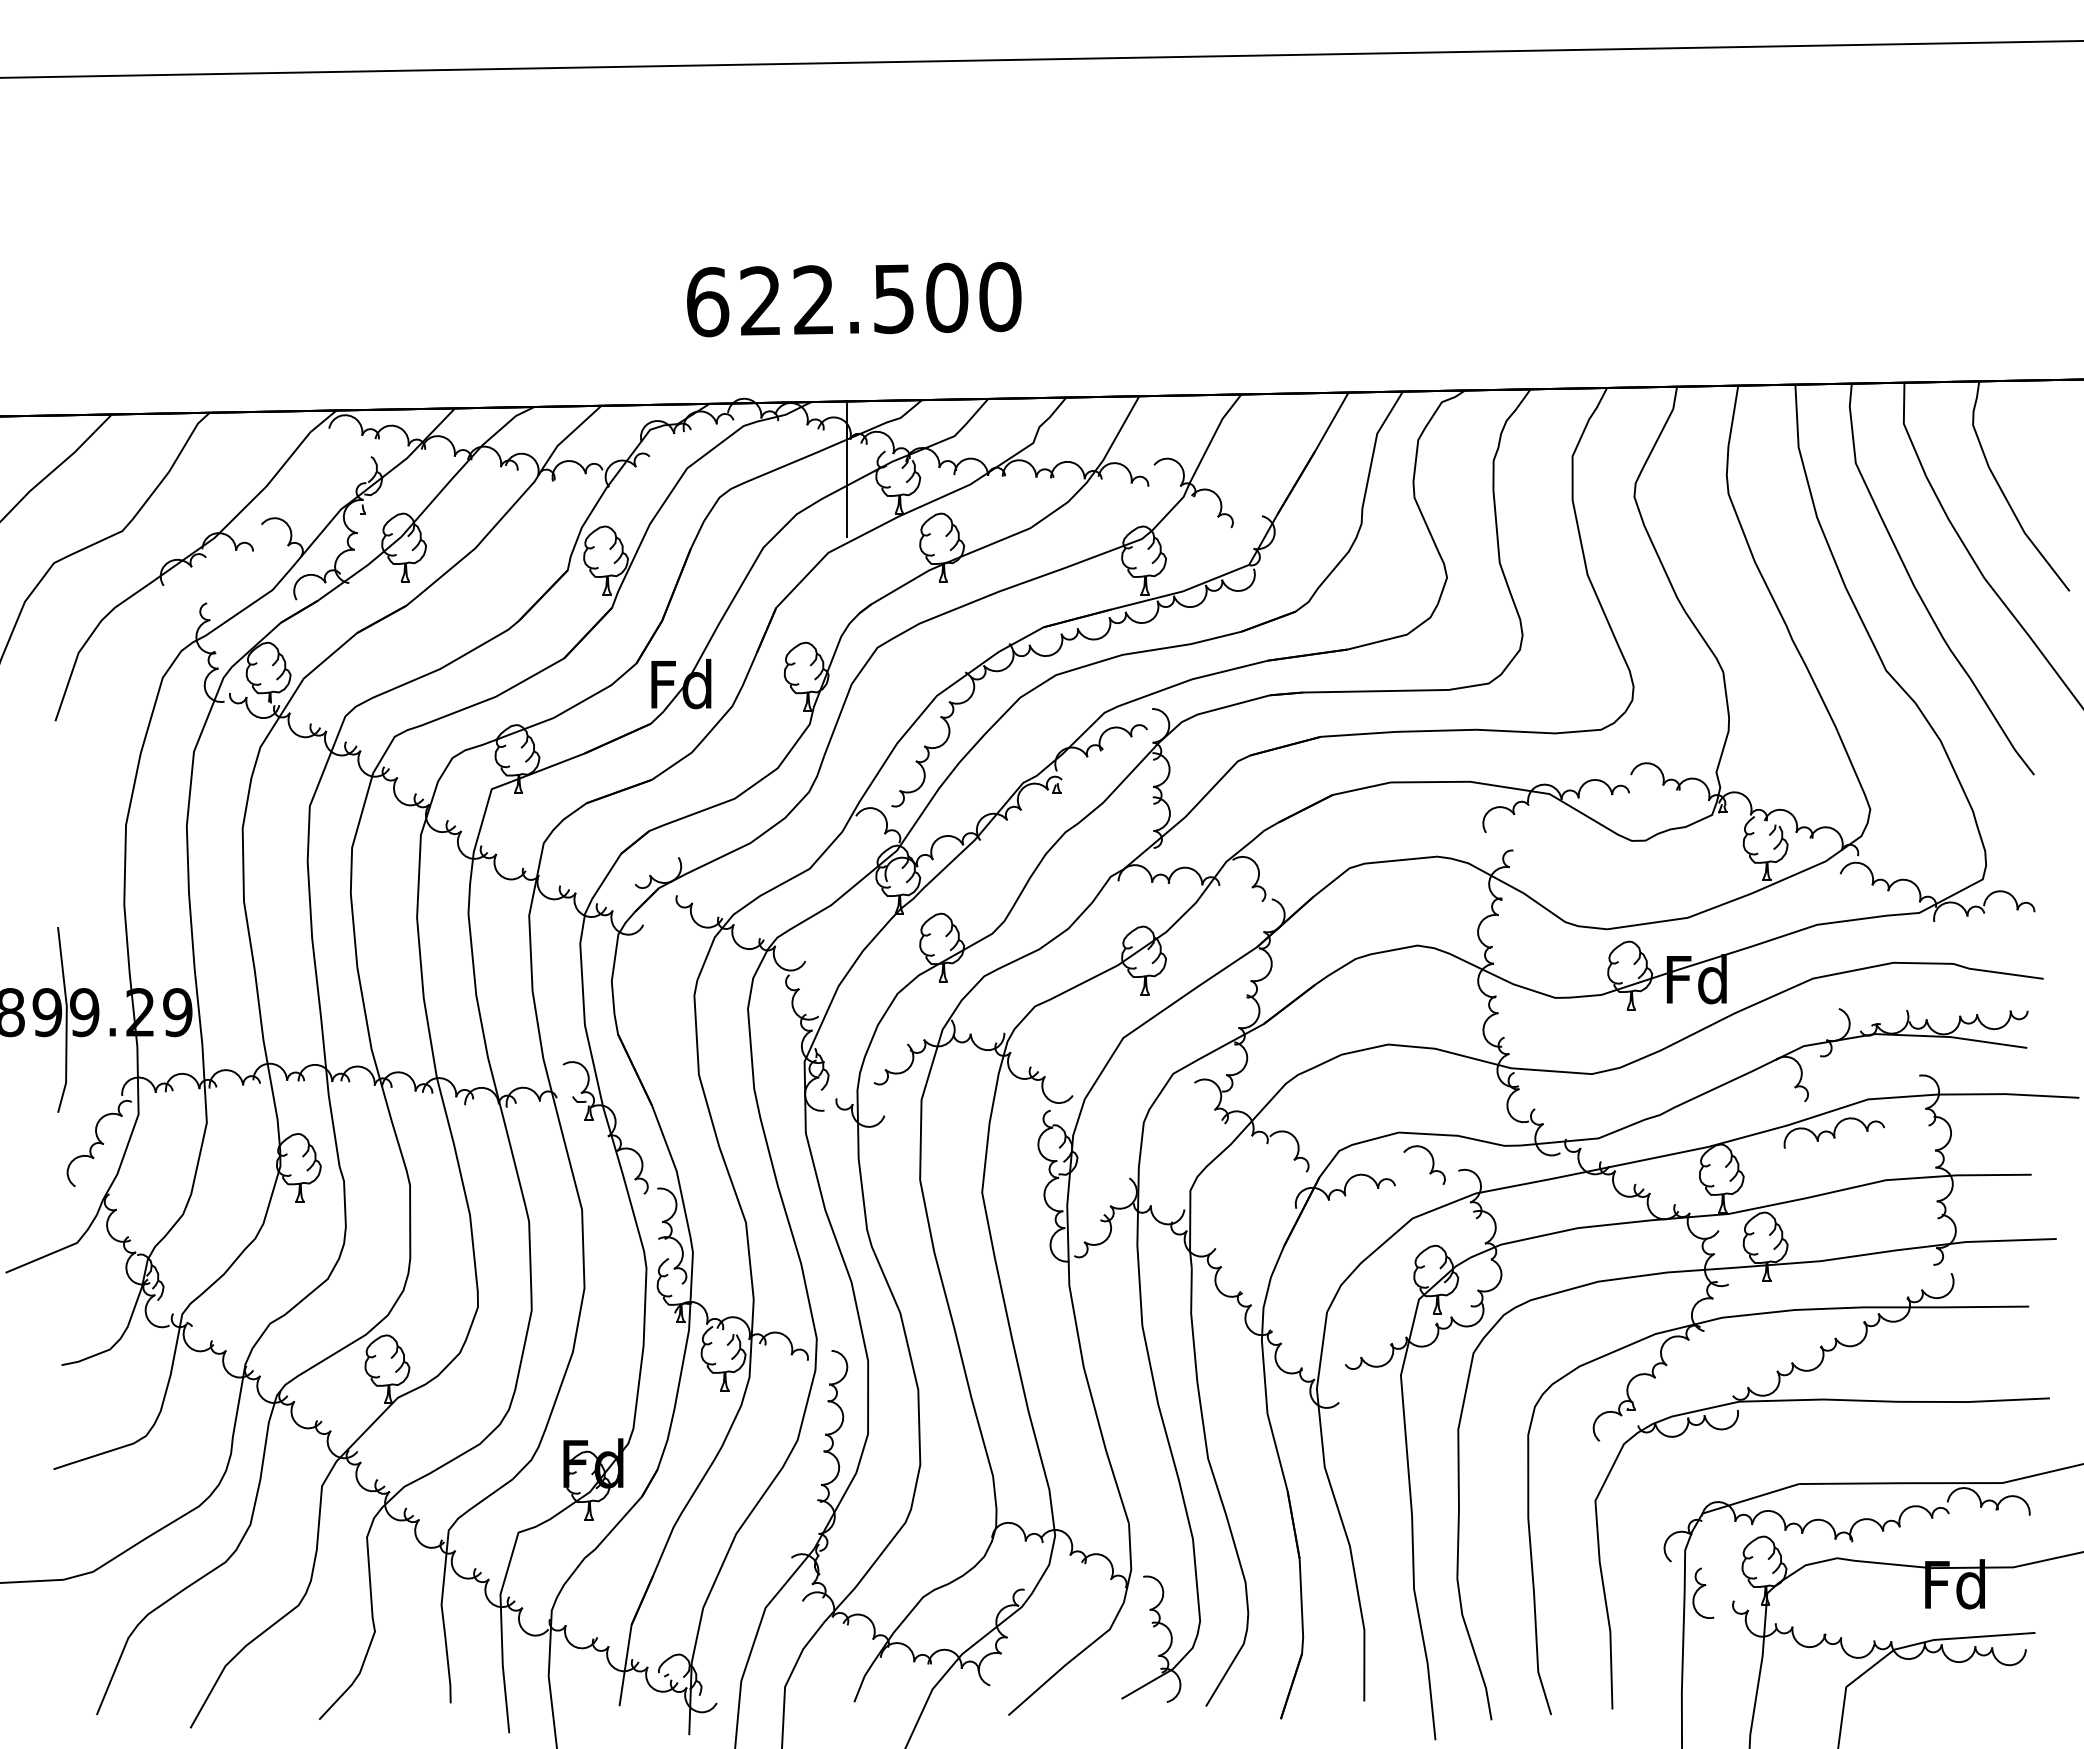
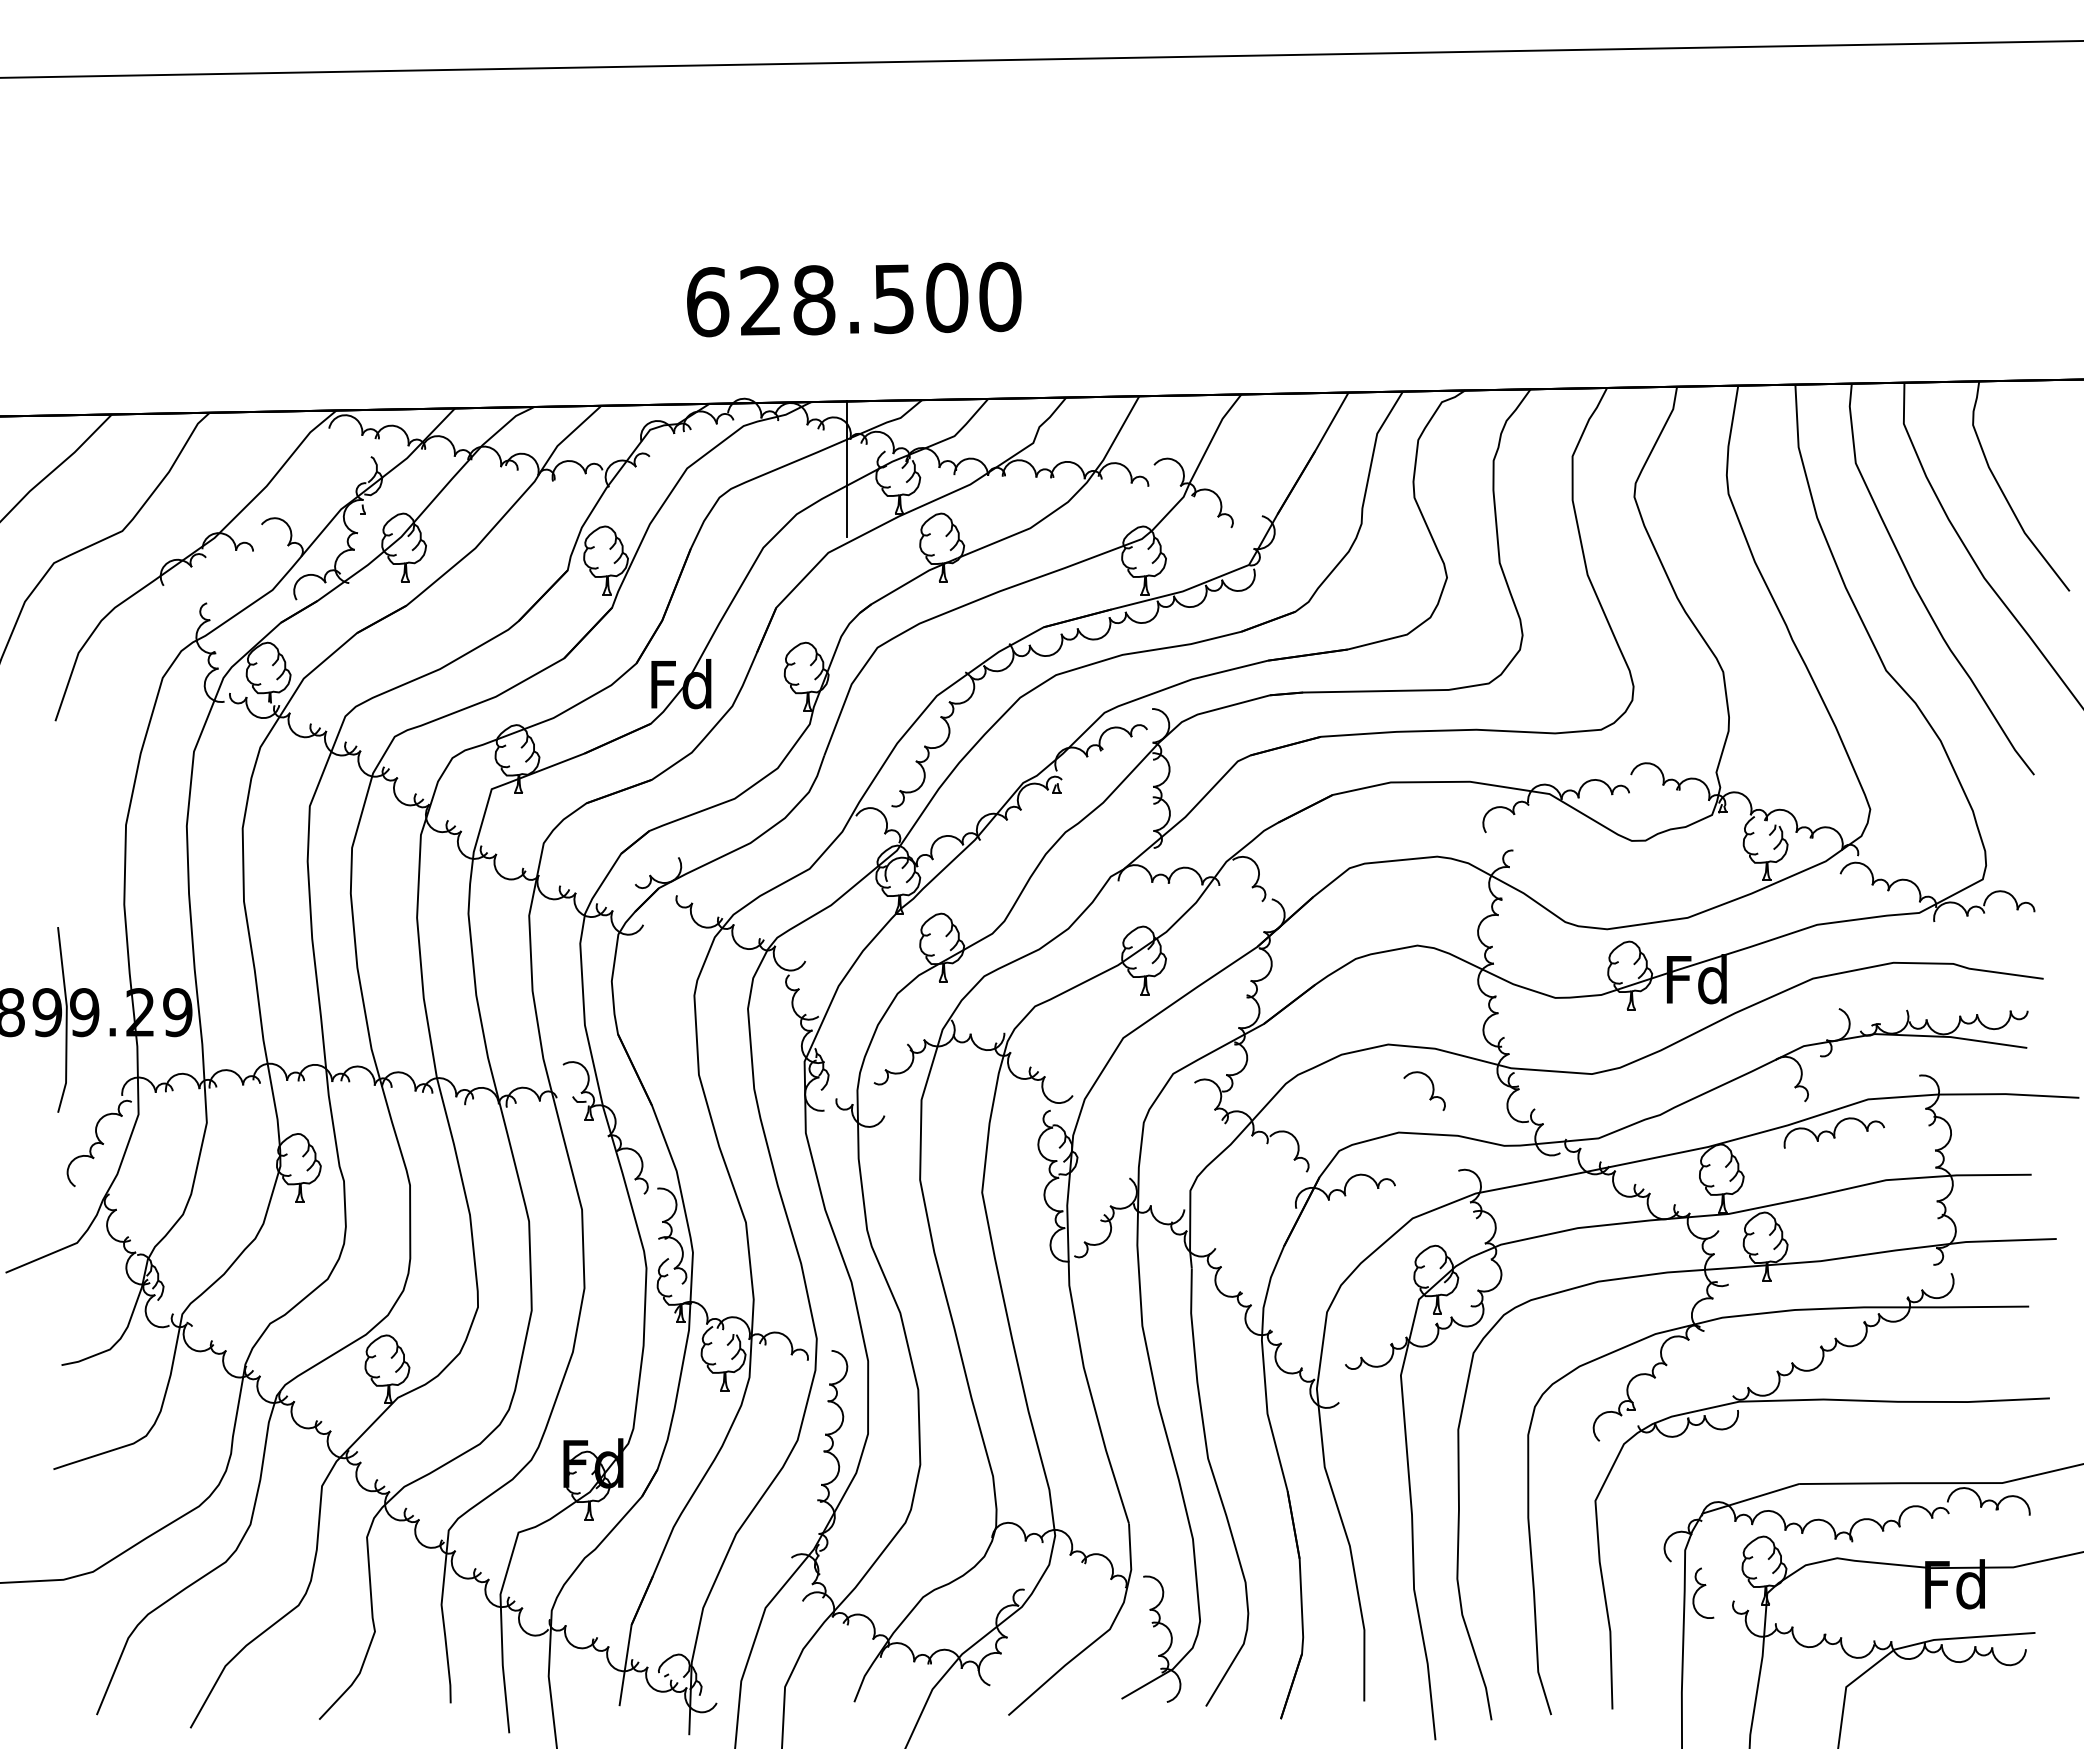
text at (814, 300): 622.500 -> 628.500
part at (1432, 1164) position: (1432, 1164) -> (1432, 1090)
